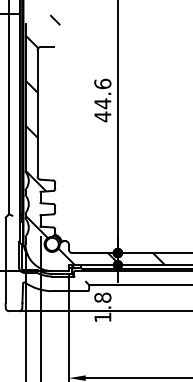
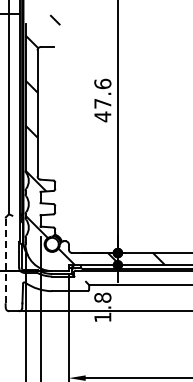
text at (102, 103): 44.6 -> 47.6
line at (5, 261): solid -> dashed
